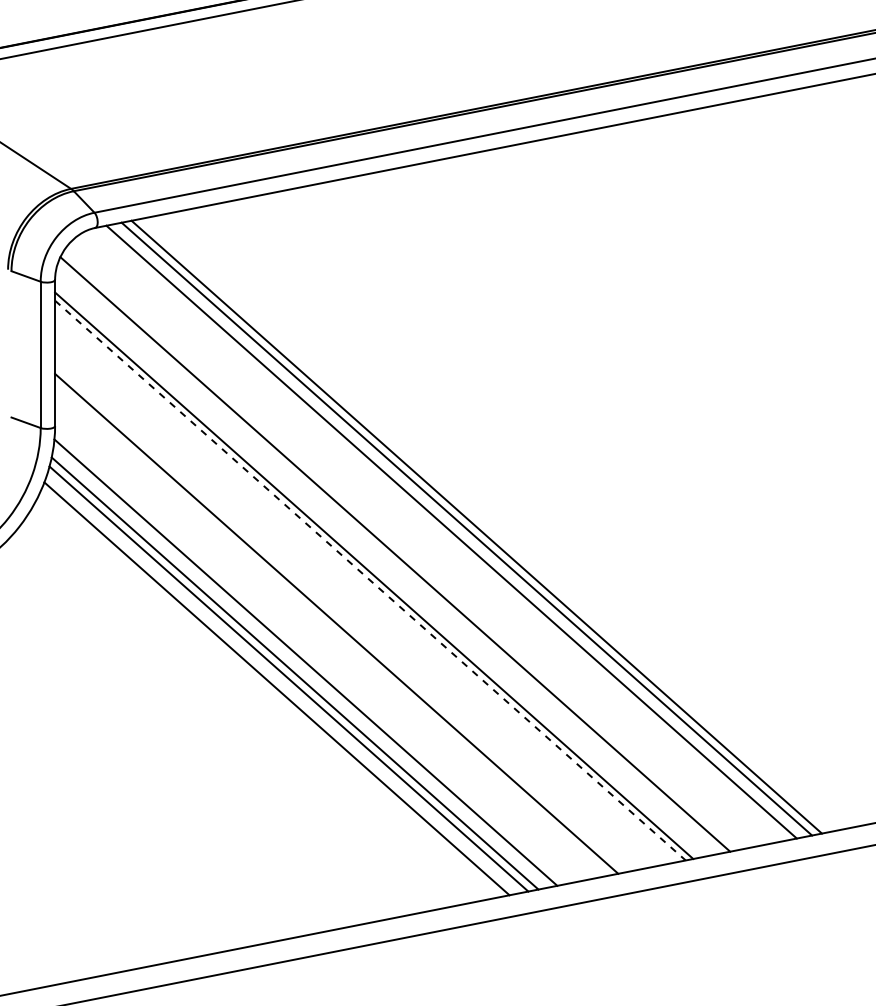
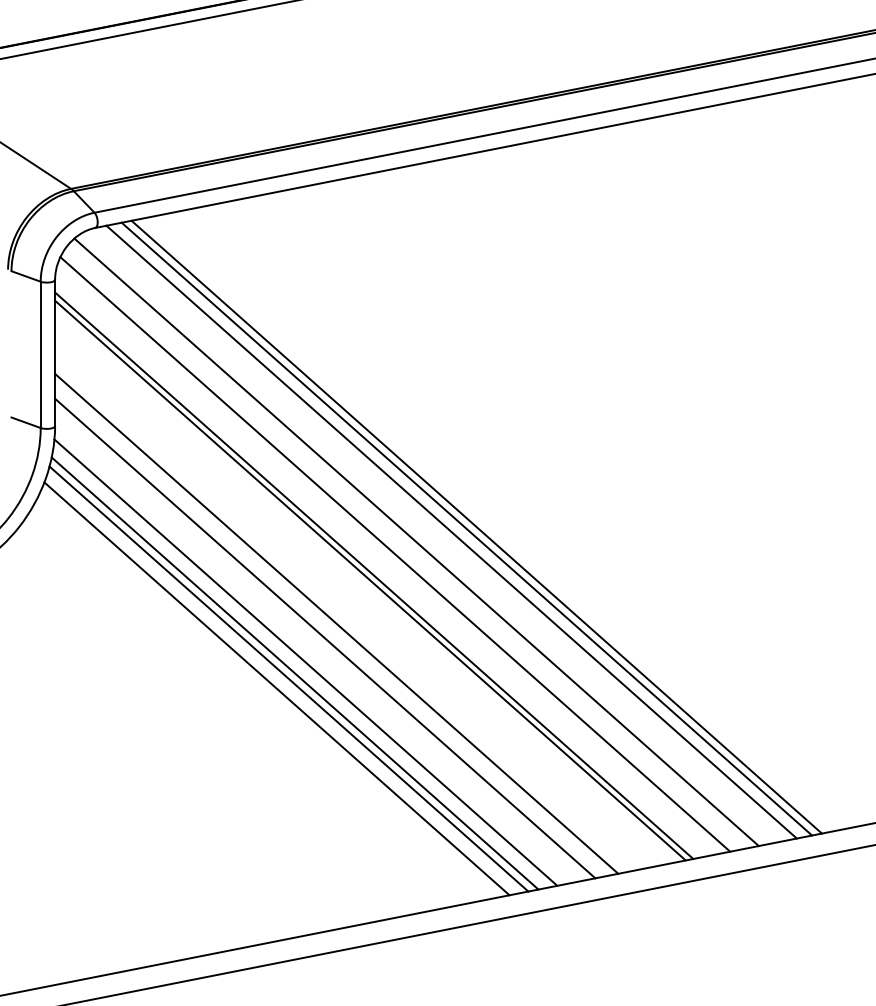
line at (416, 542): none -> present
line at (370, 580): dashed -> solid
line at (325, 638): none -> present
